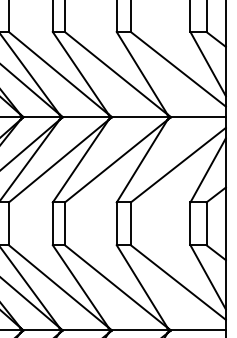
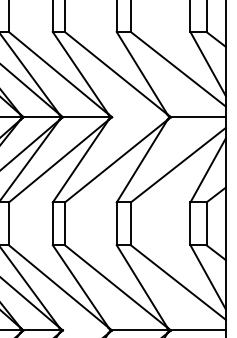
line at (140, 117): present -> none
line at (86, 330): present -> none
